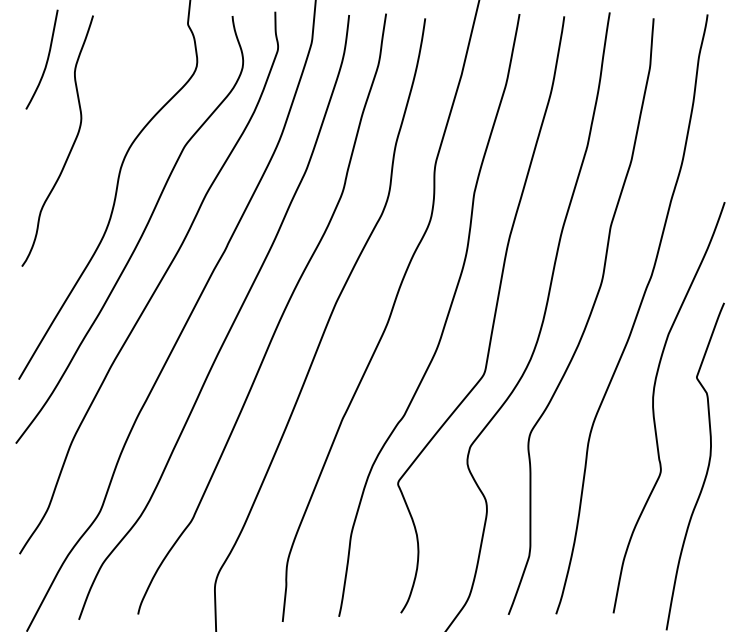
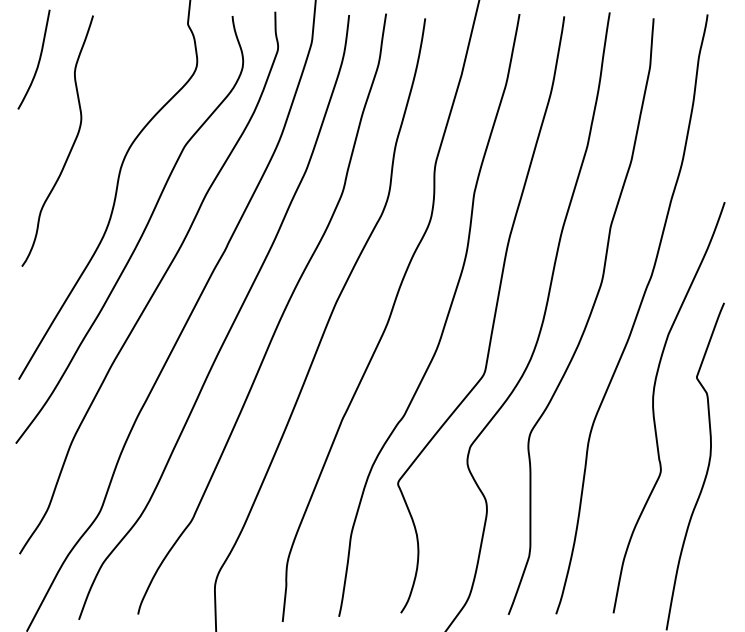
curve at (46, 59) position: (46, 59) -> (38, 59)
